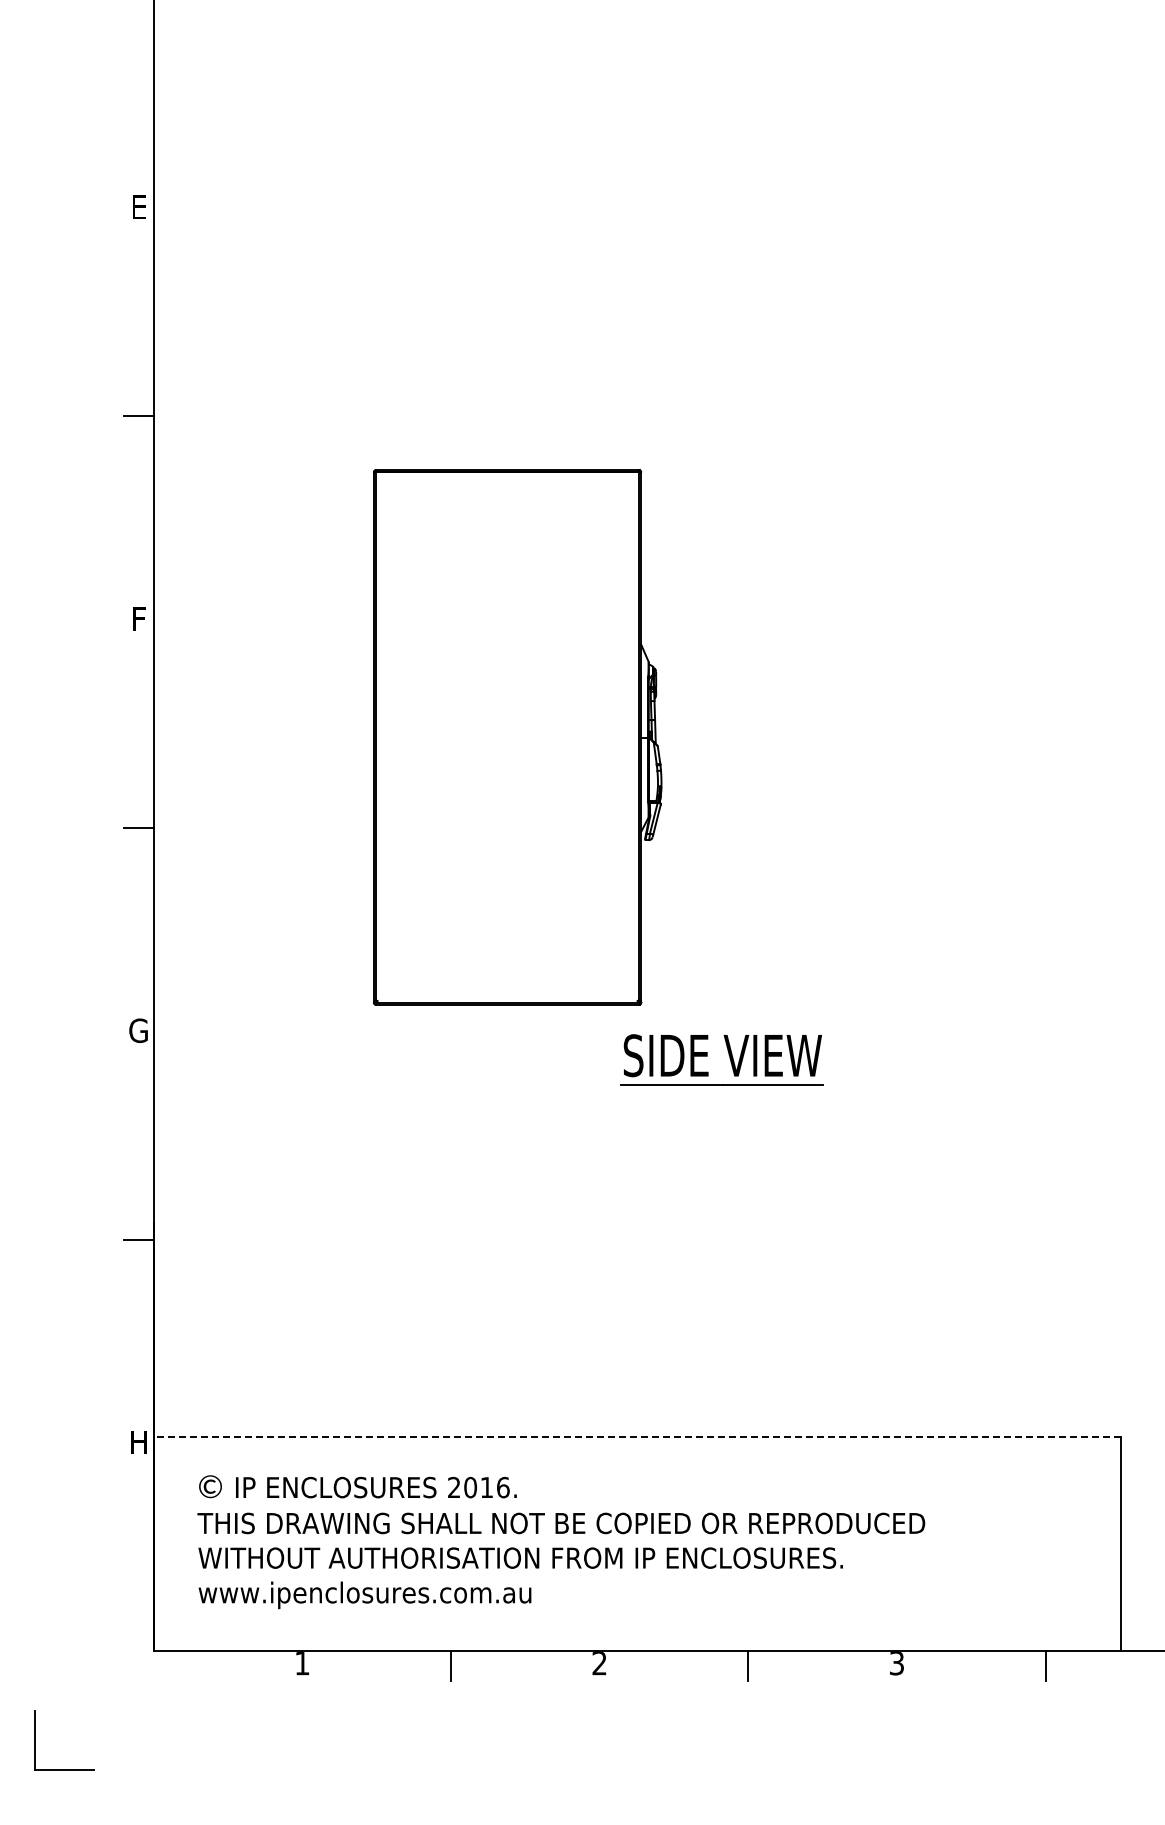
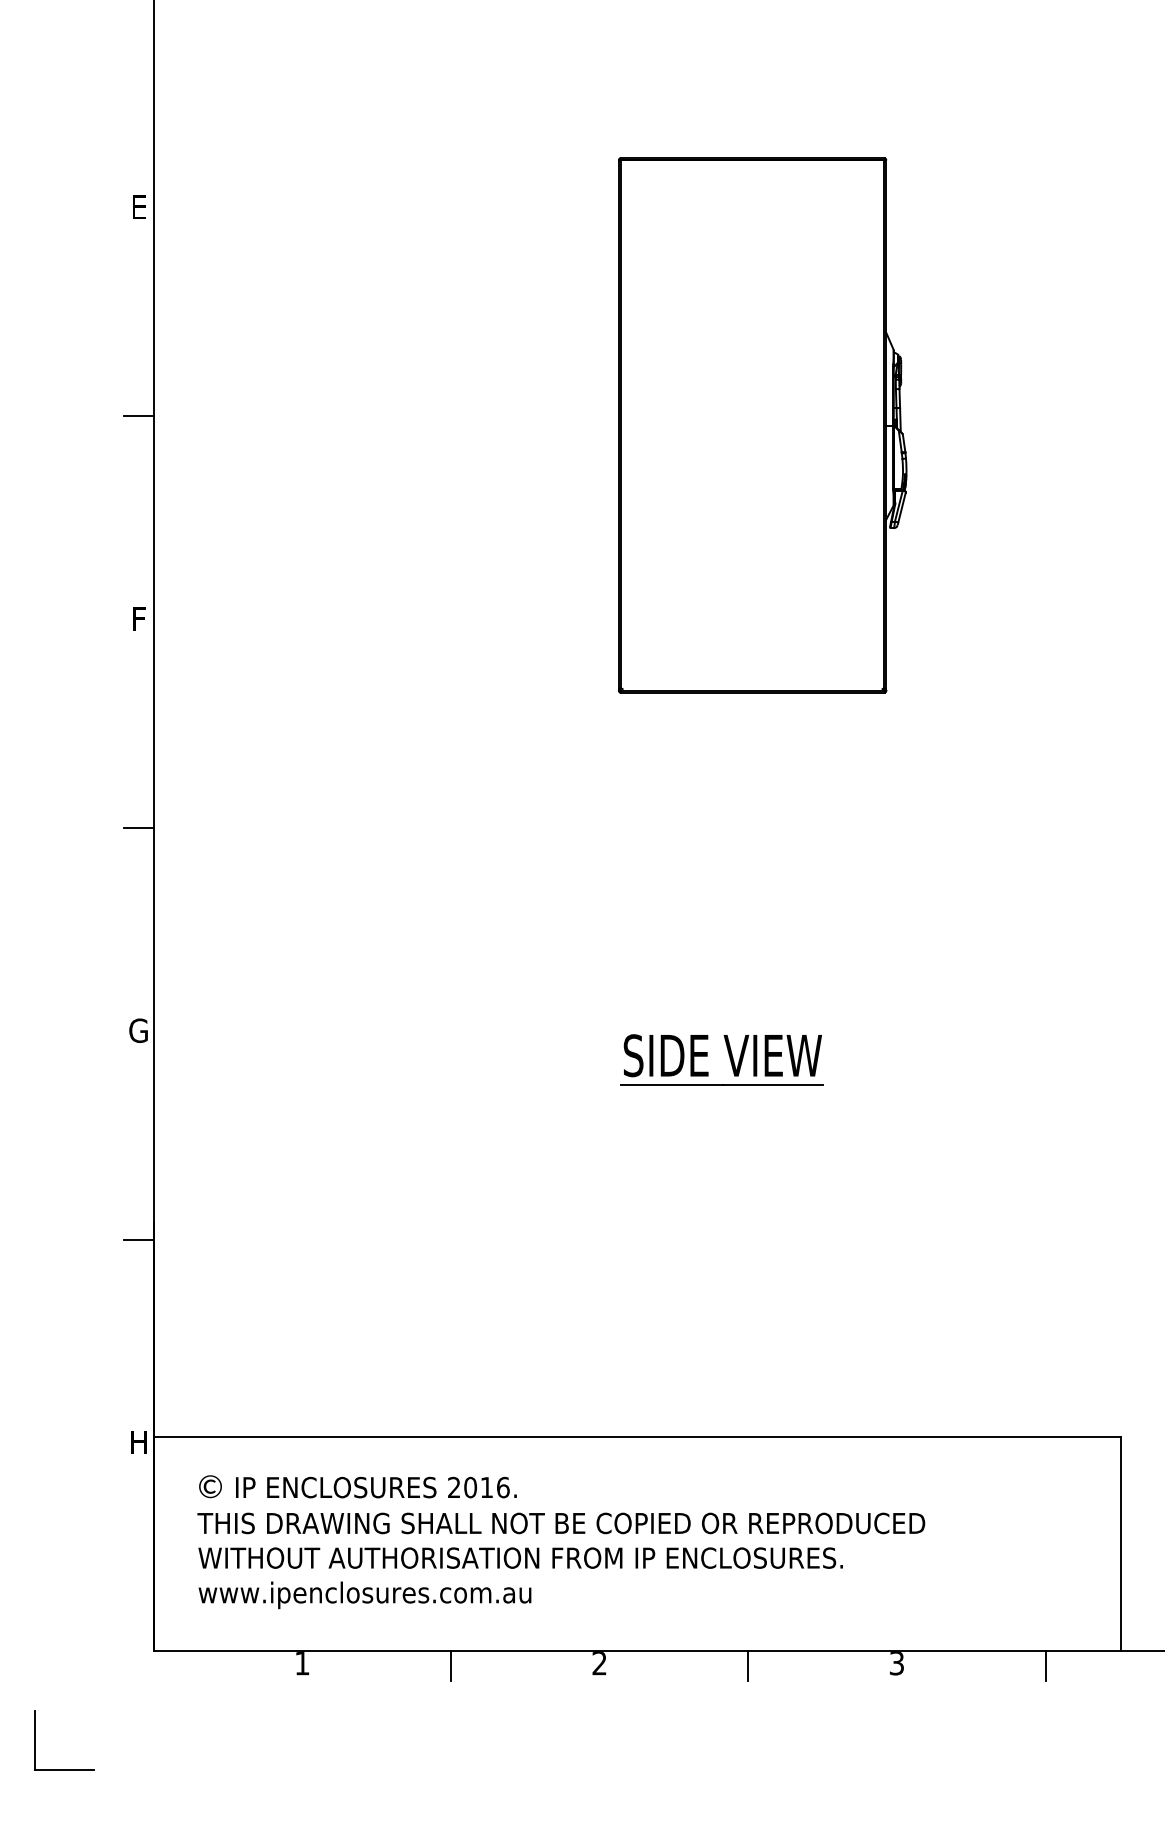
part at (517, 737) position: (517, 737) -> (762, 425)
line at (636, 1437): dashed -> solid
